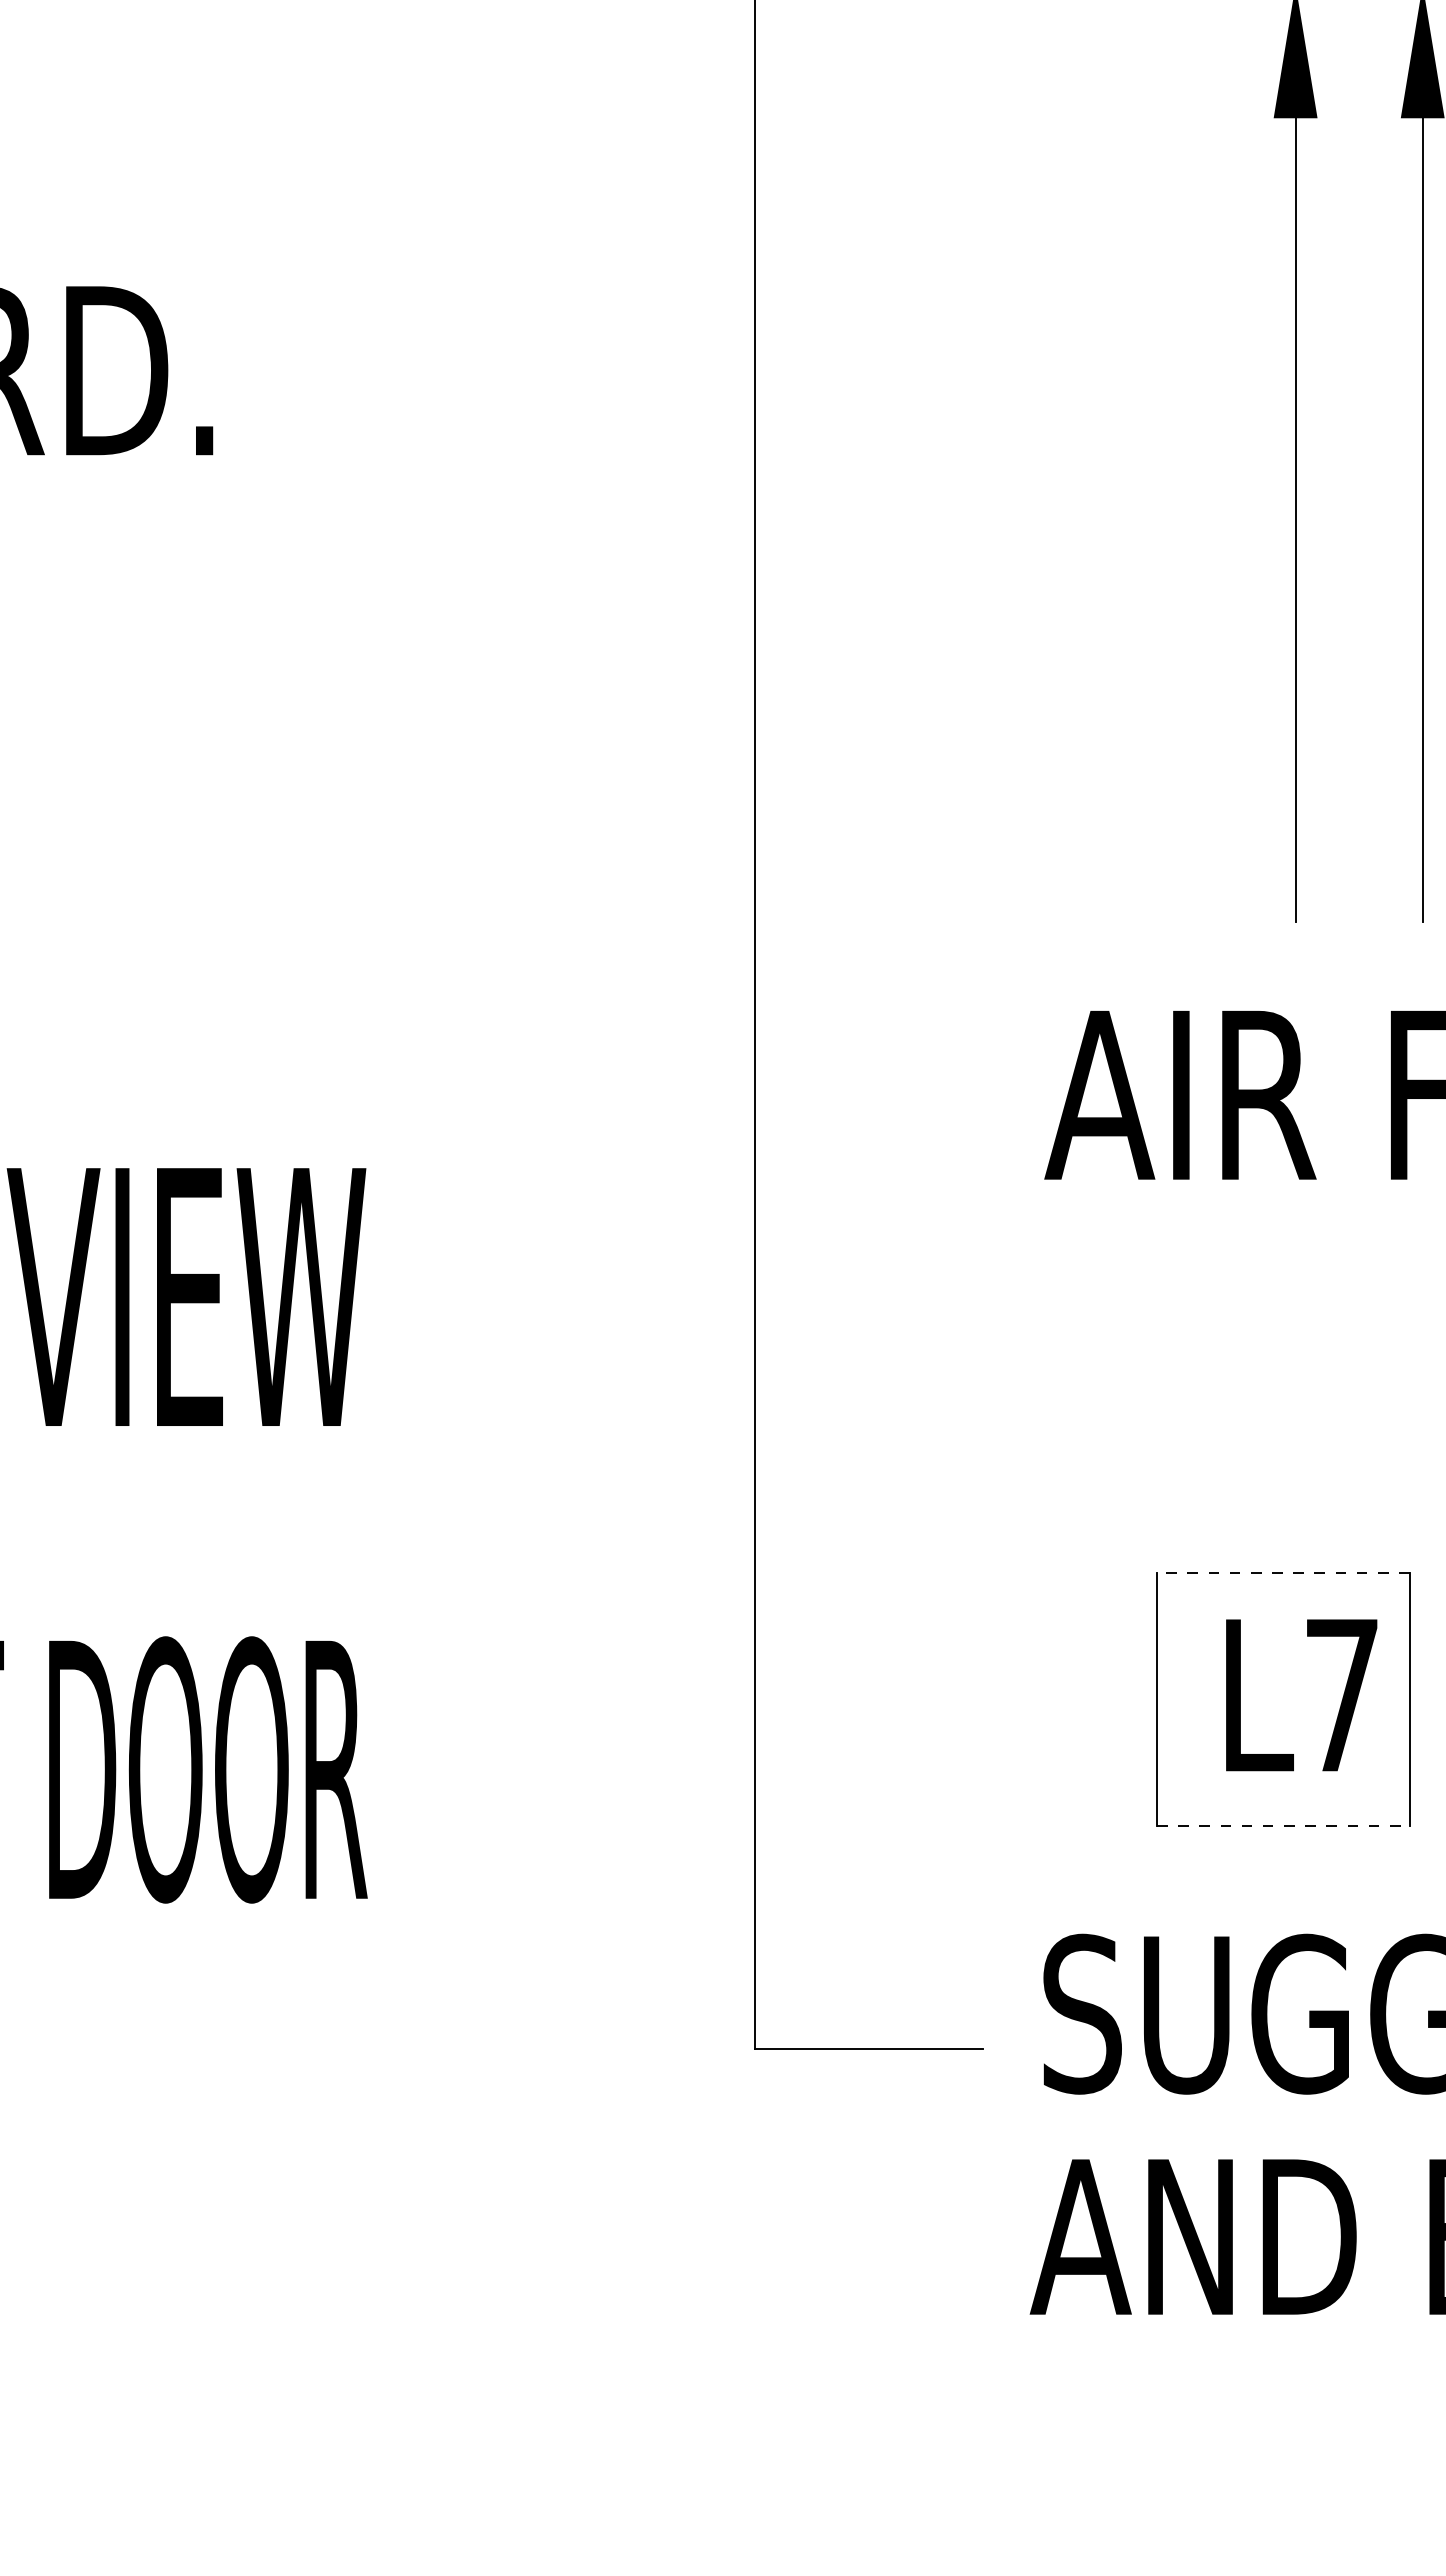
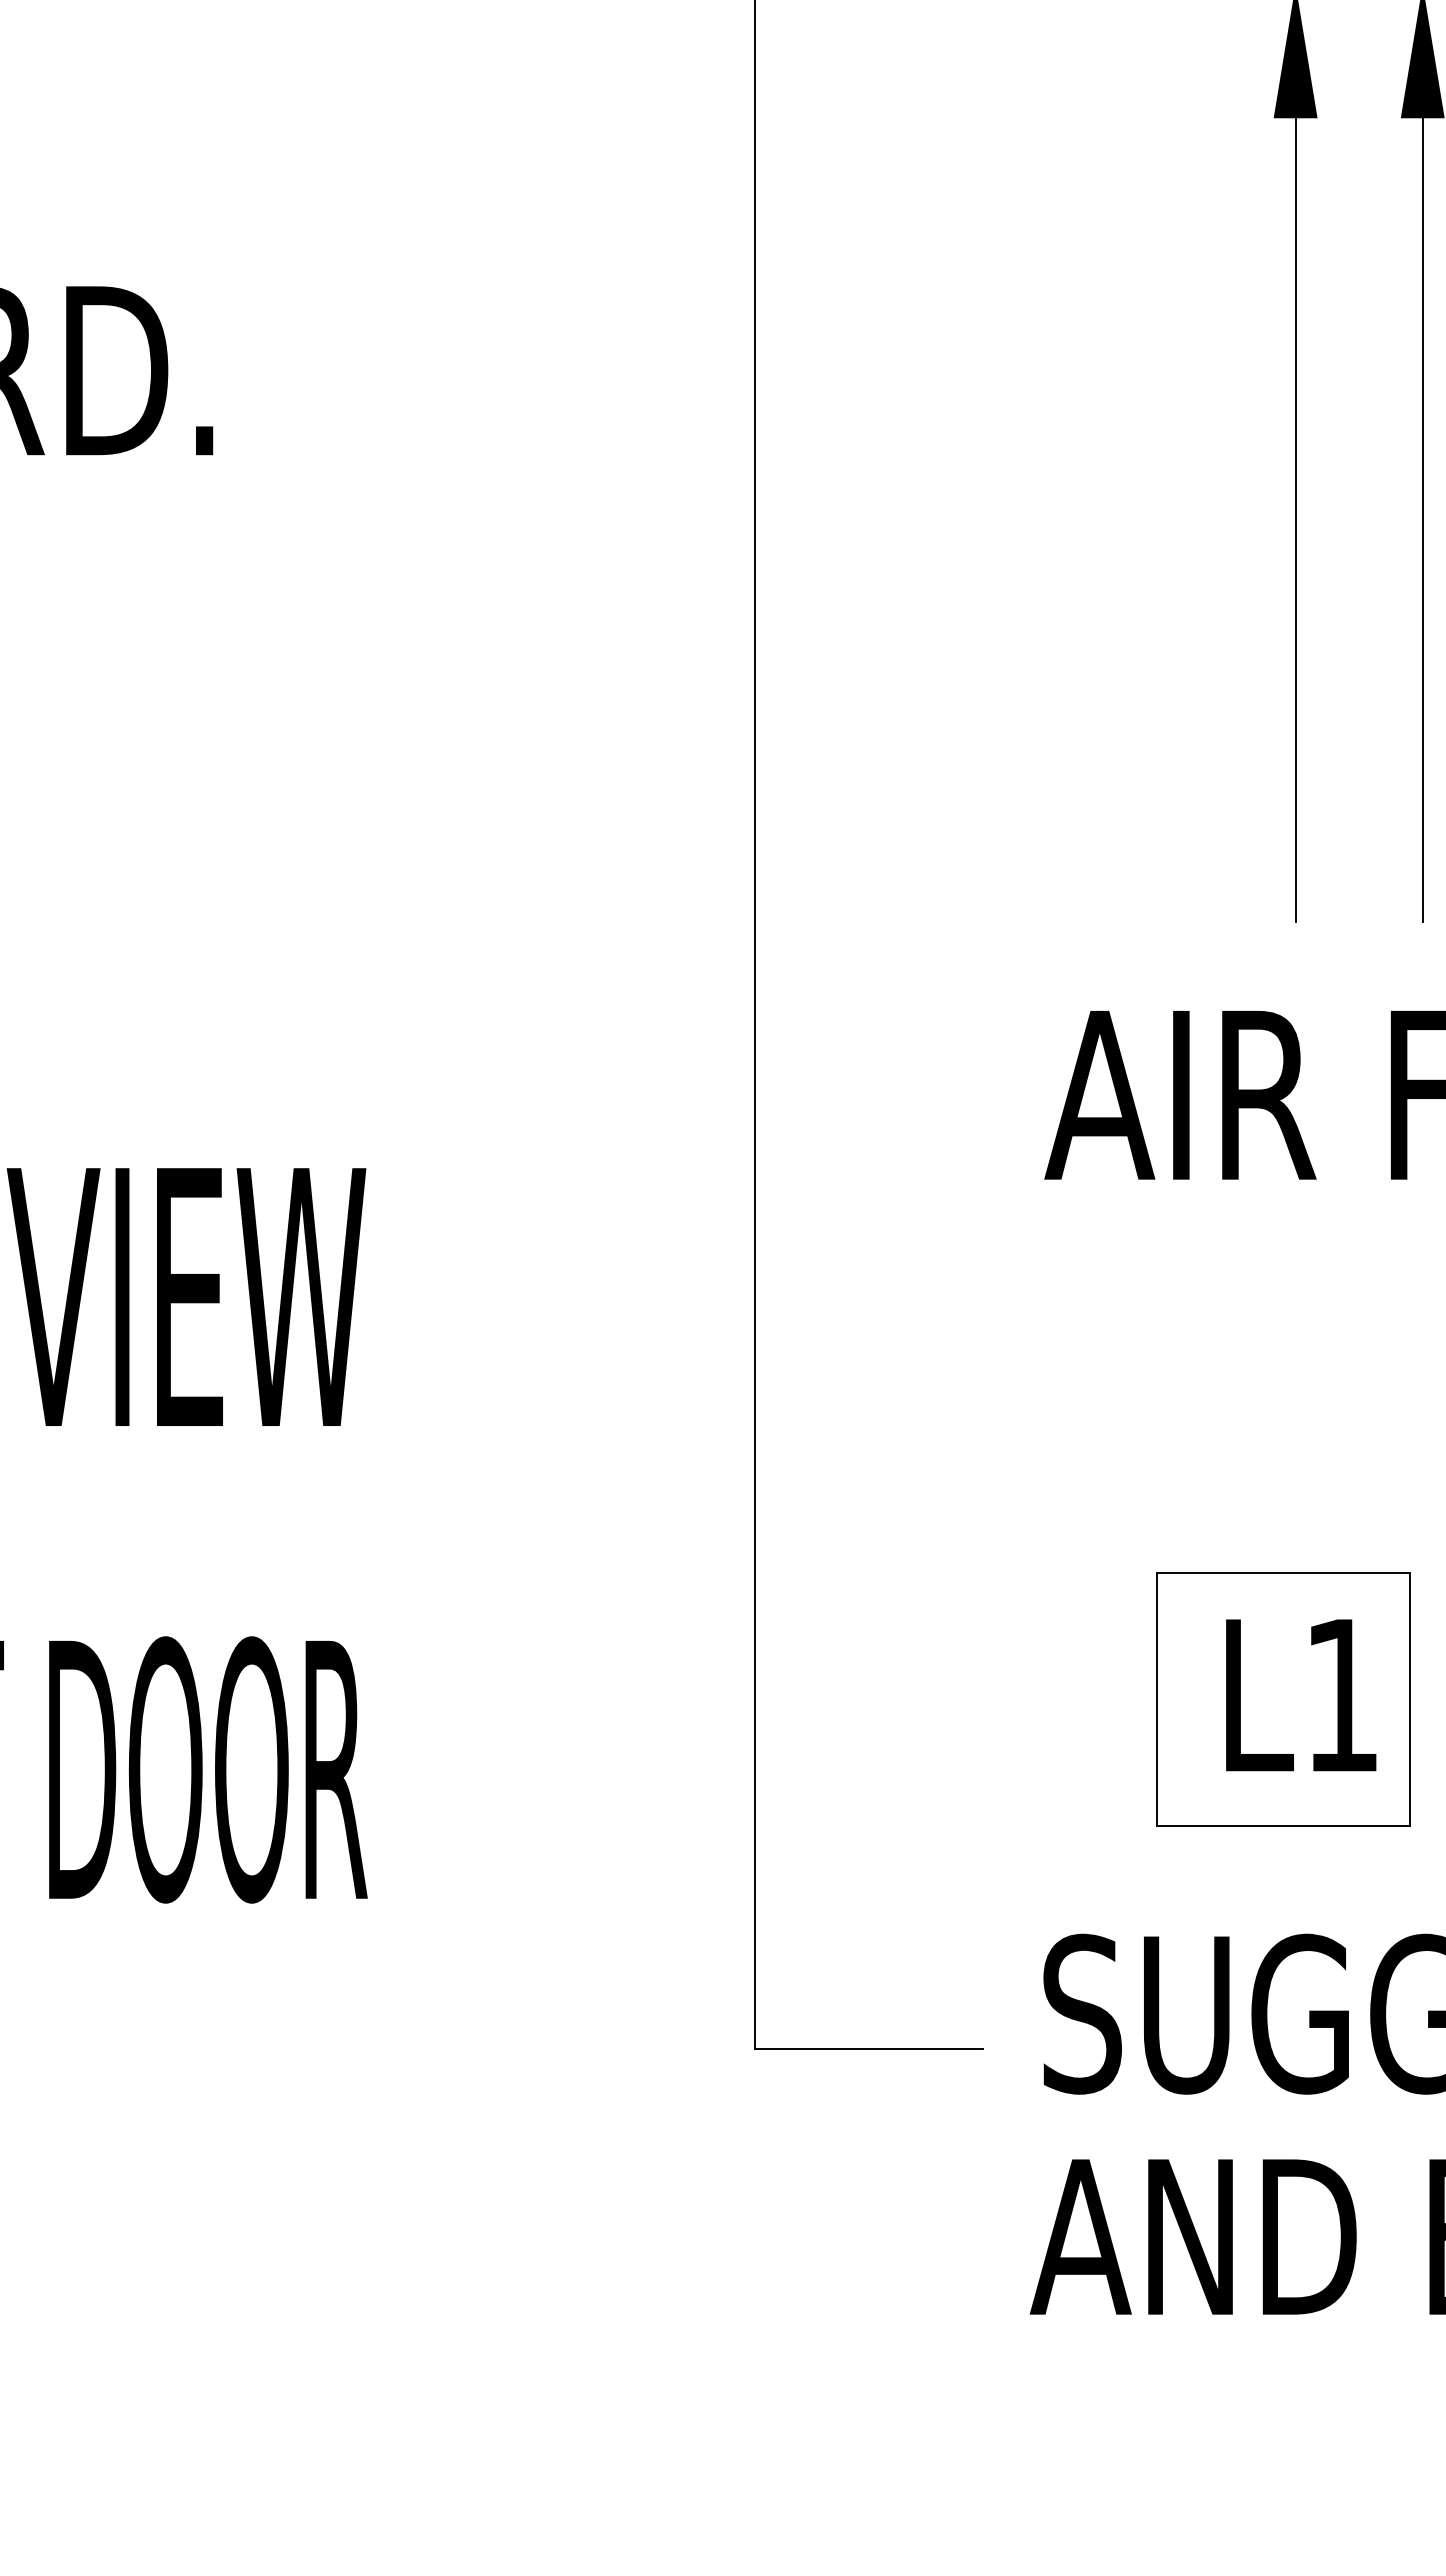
line at (1282, 1573): dashed -> solid
text at (1342, 1695): L7 -> L1
line at (1283, 1826): dashed -> solid
